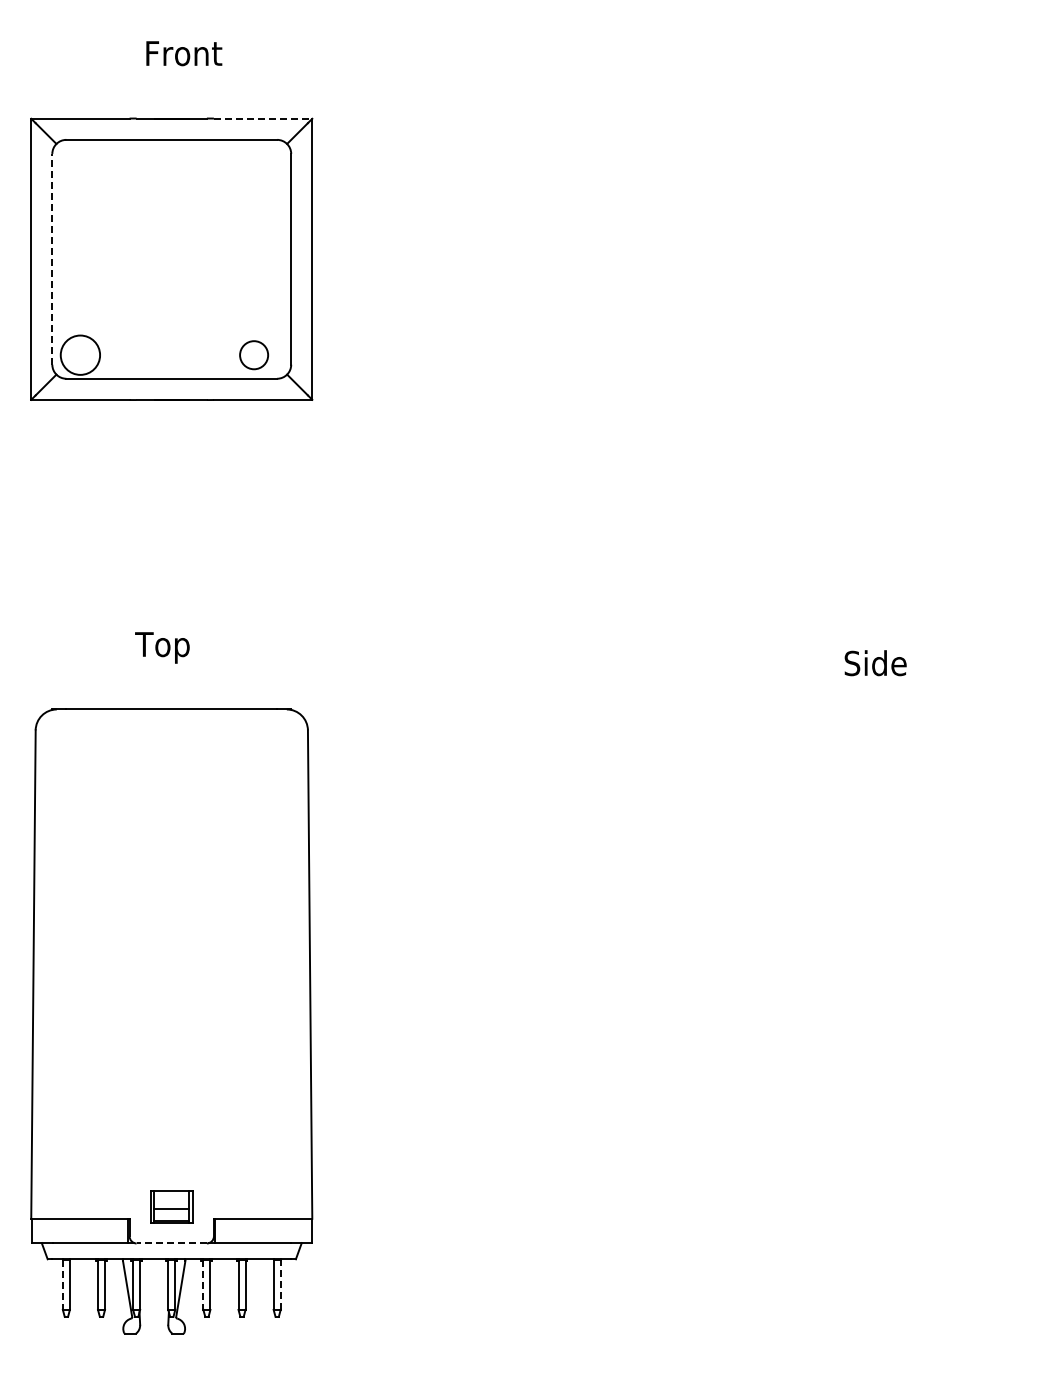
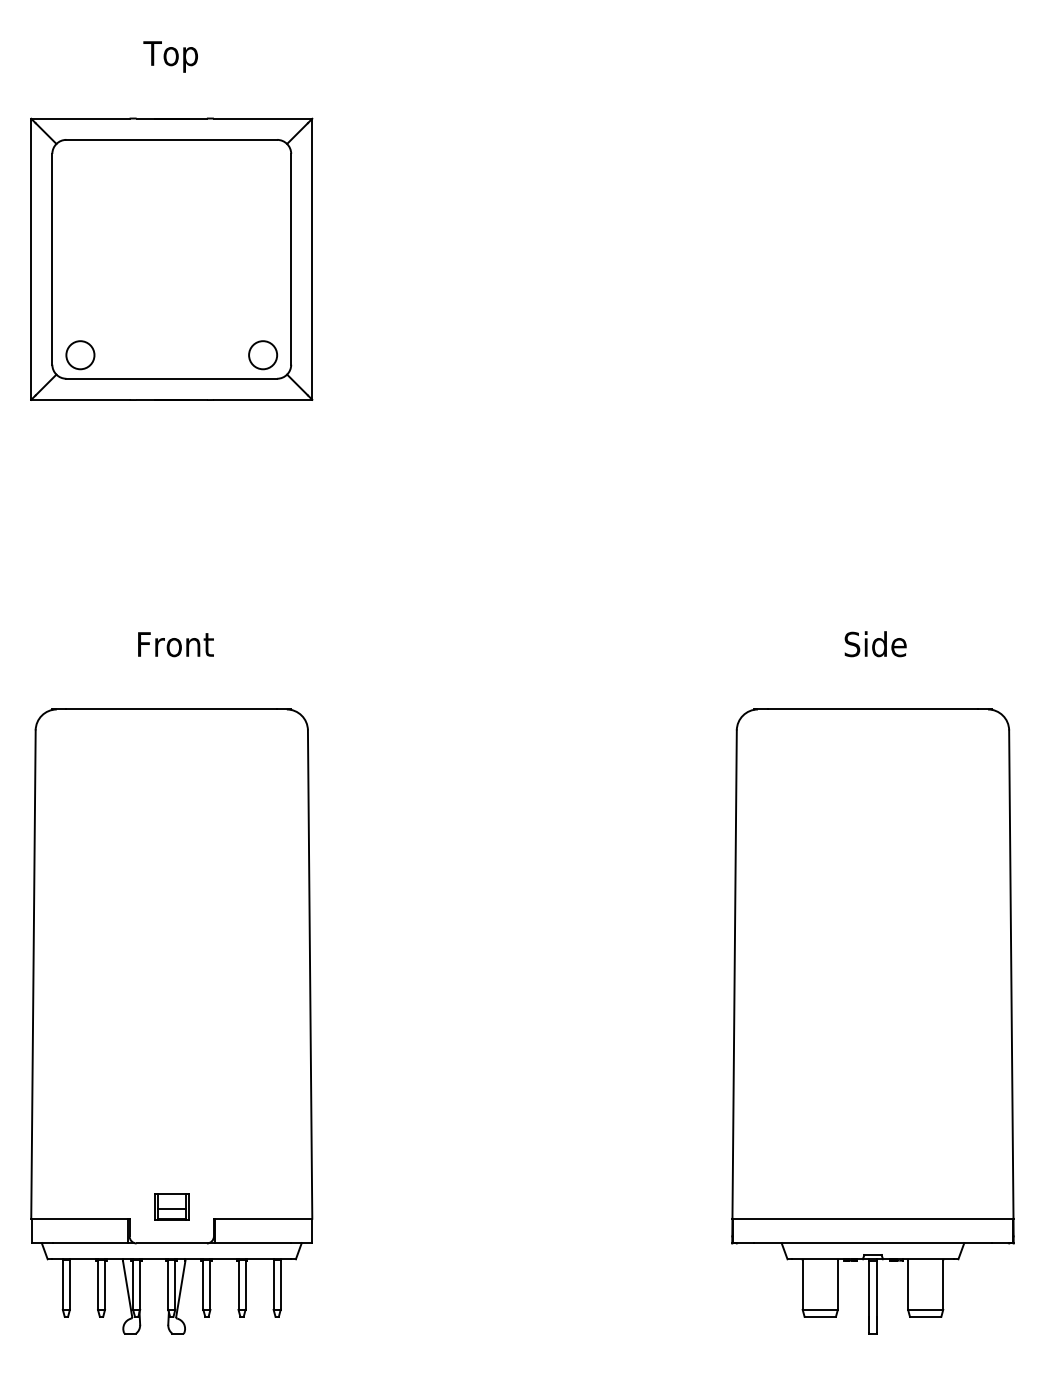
text at (182, 56): Front -> Top
line at (263, 118): dashed -> solid
line at (52, 258): dashed -> solid
circle at (80, 354) diameter: 39 px -> 28 px
circle at (254, 355) position: (254, 355) -> (263, 355)
text at (174, 647): Top -> Front
text at (875, 663) position: (875, 663) -> (875, 644)
part at (872, 1021): none -> present
part at (171, 1206) size: 44x34 px -> 36x28 px
line at (171, 1243): dashed -> solid
line at (62, 1284): dashed -> solid
line at (203, 1284): dashed -> solid
line at (280, 1284): dashed -> solid
